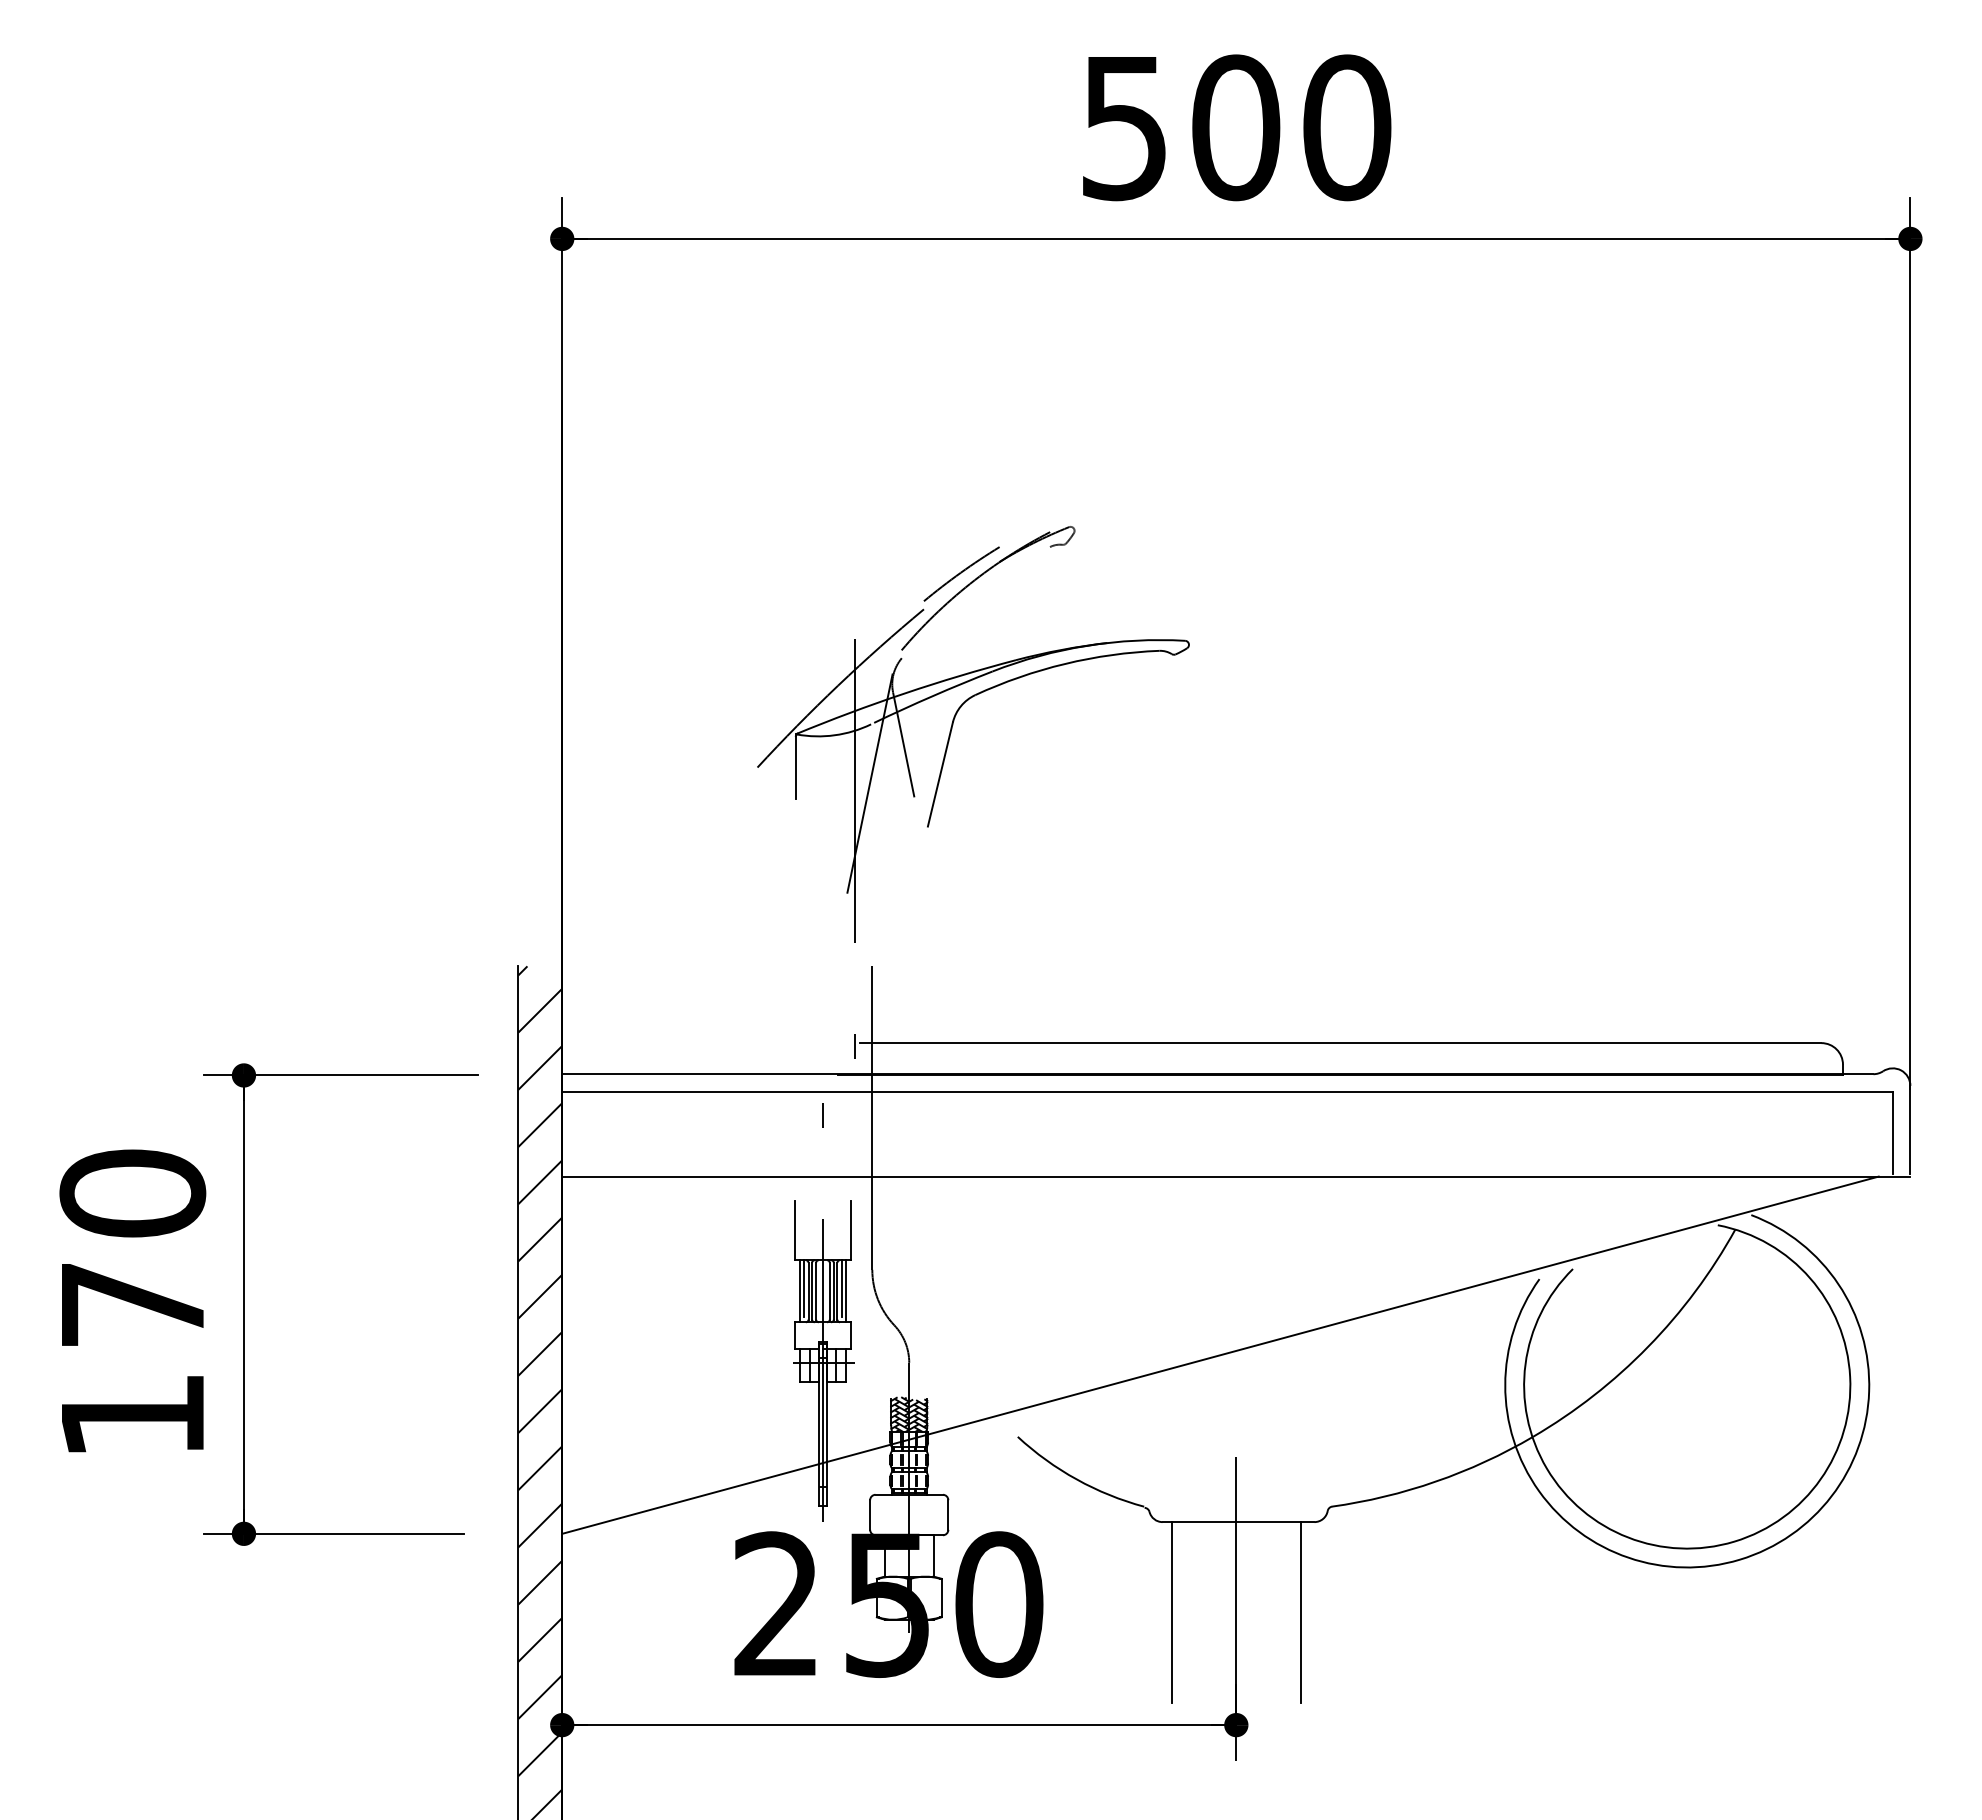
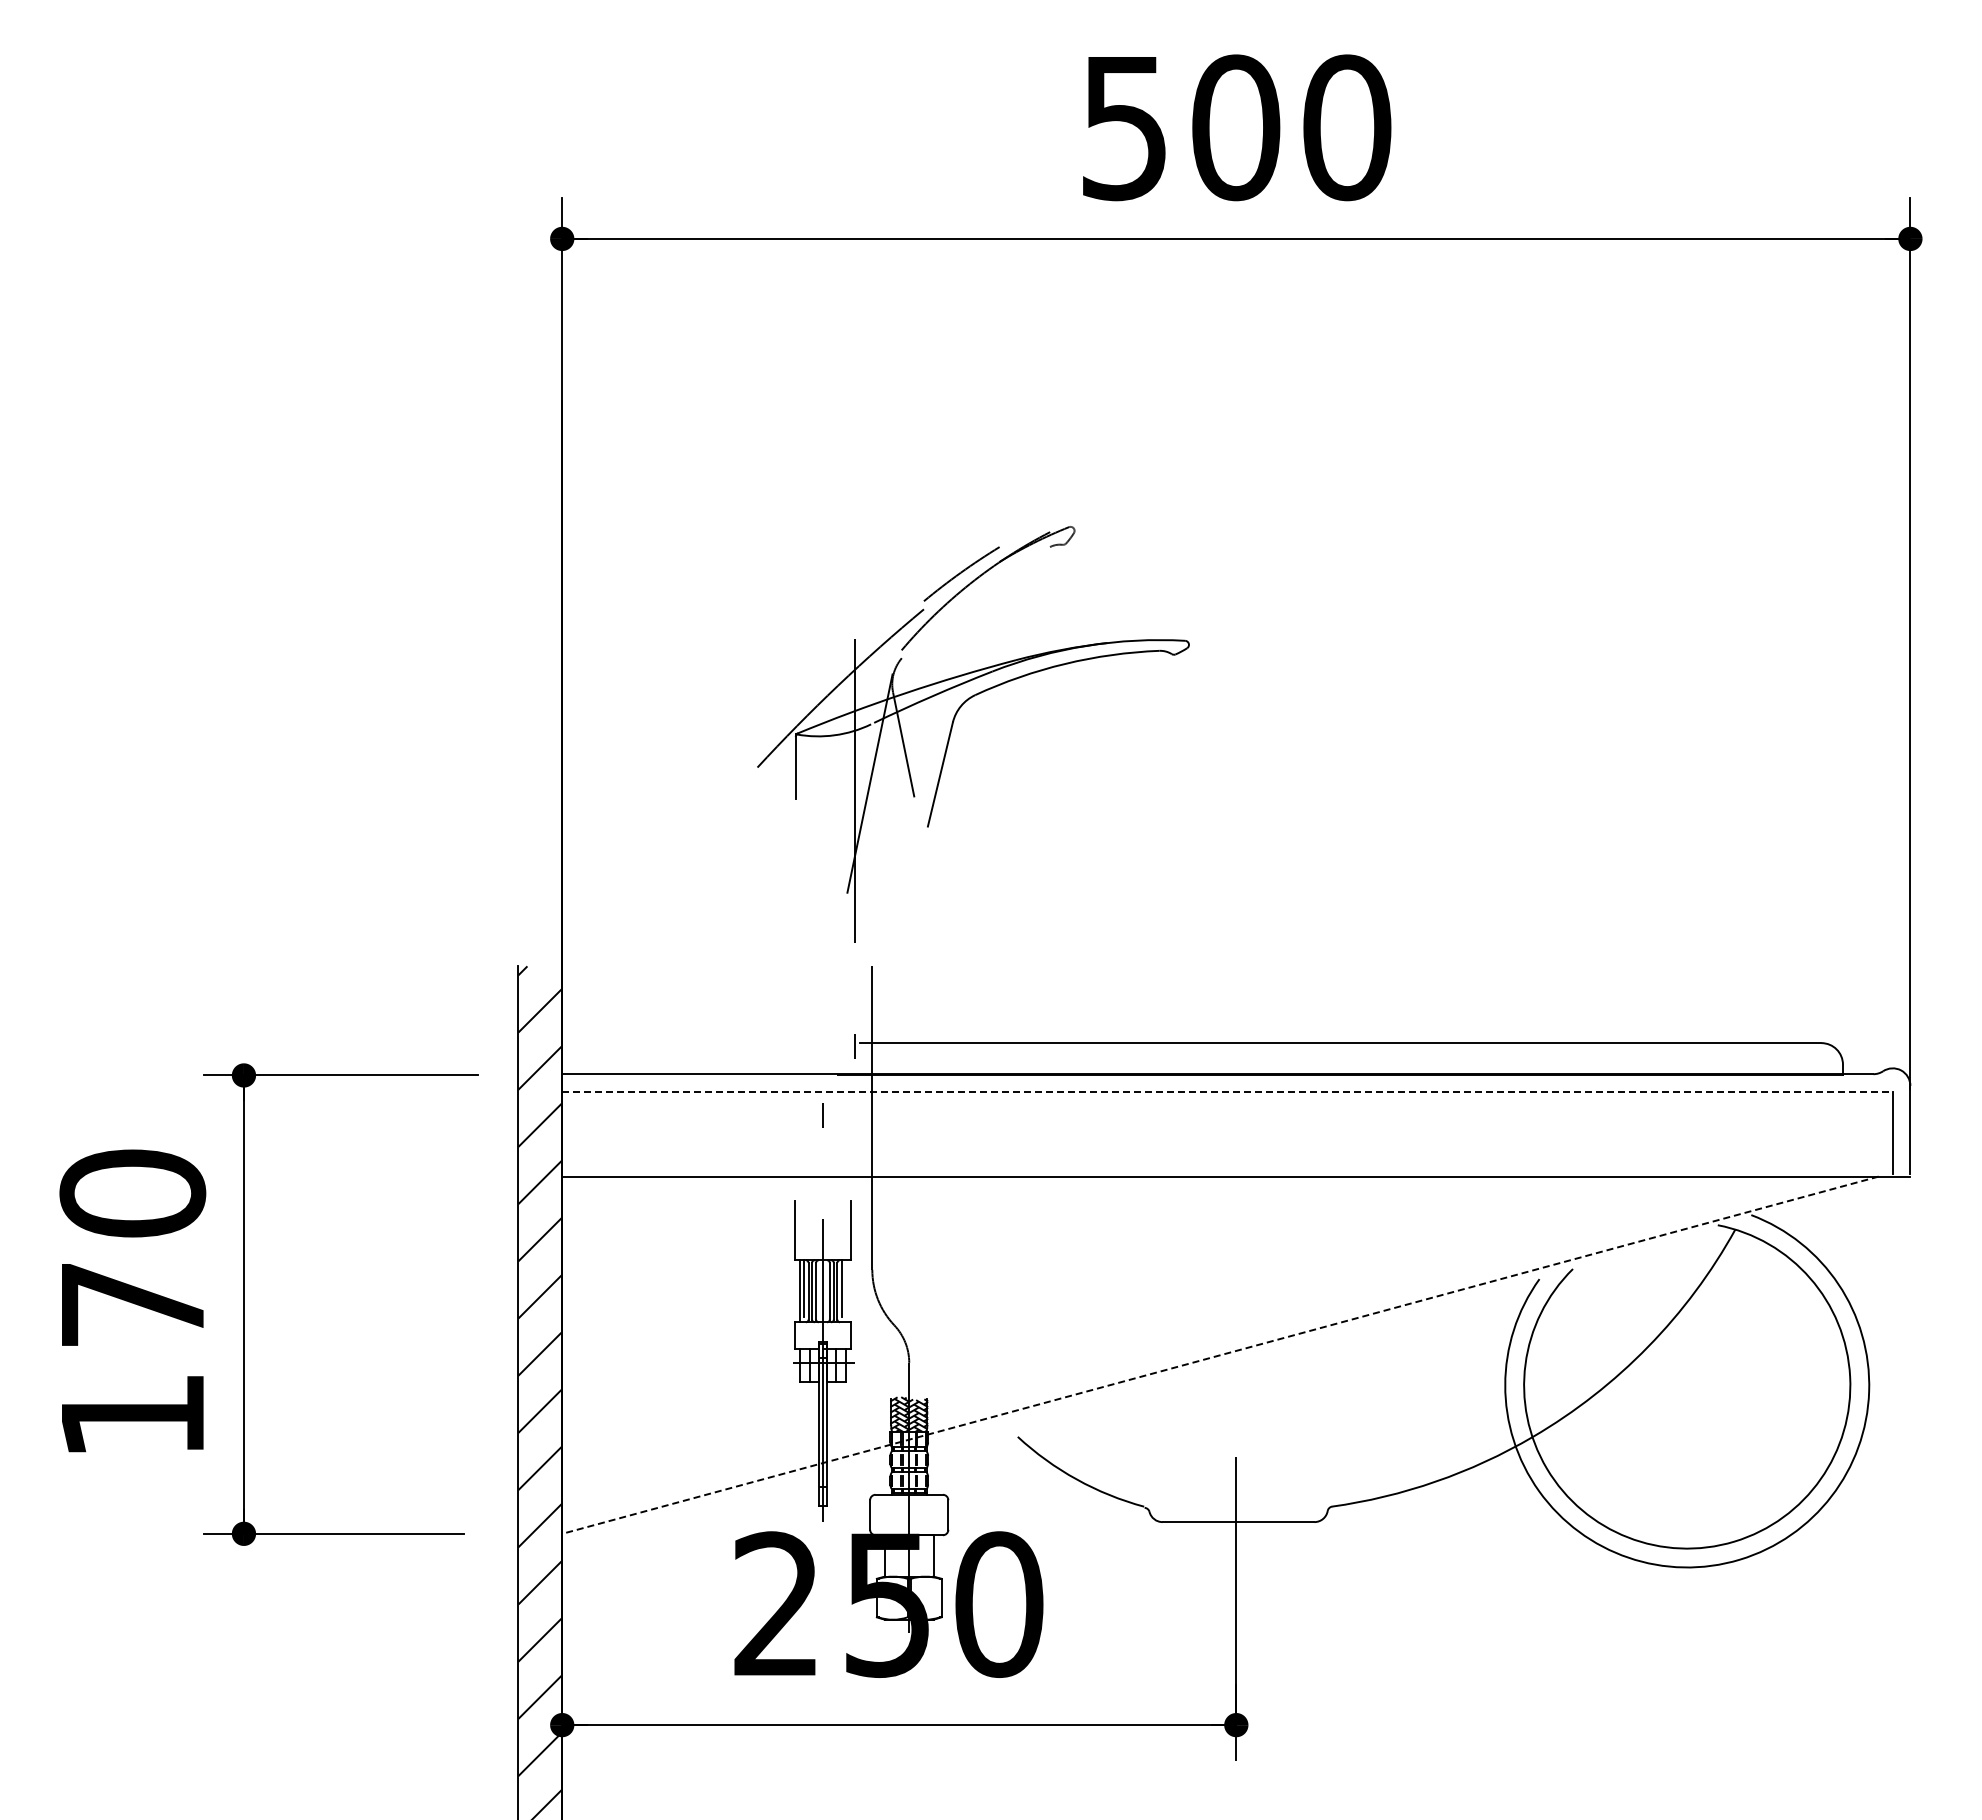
line at (1228, 1091): solid -> dashed
line at (845, 1291): present -> none
line at (1219, 1355): solid -> dashed
line at (1171, 1612): present -> none
line at (1301, 1612): present -> none
